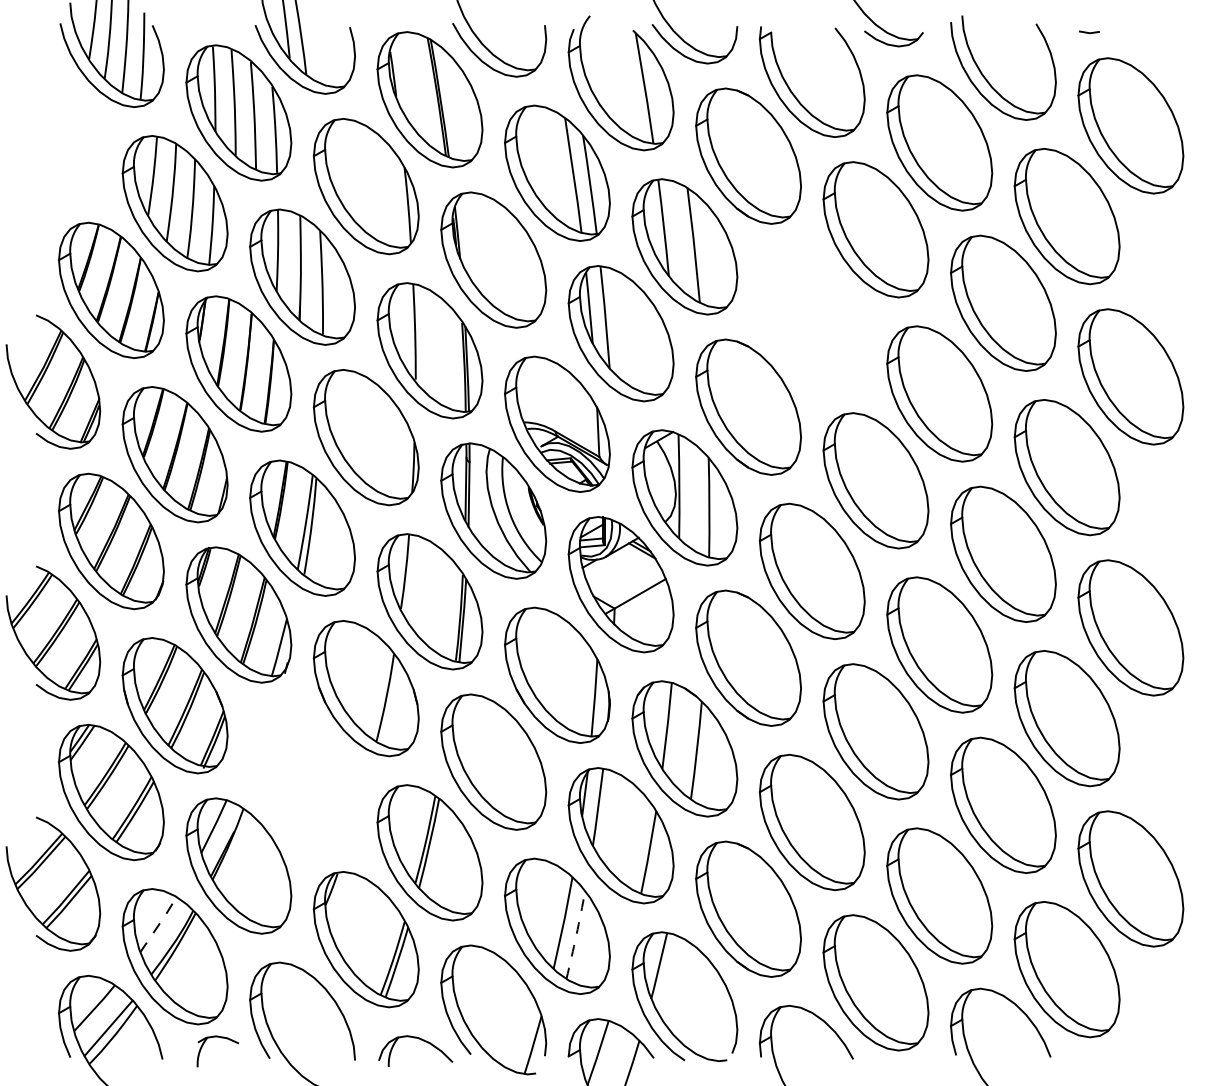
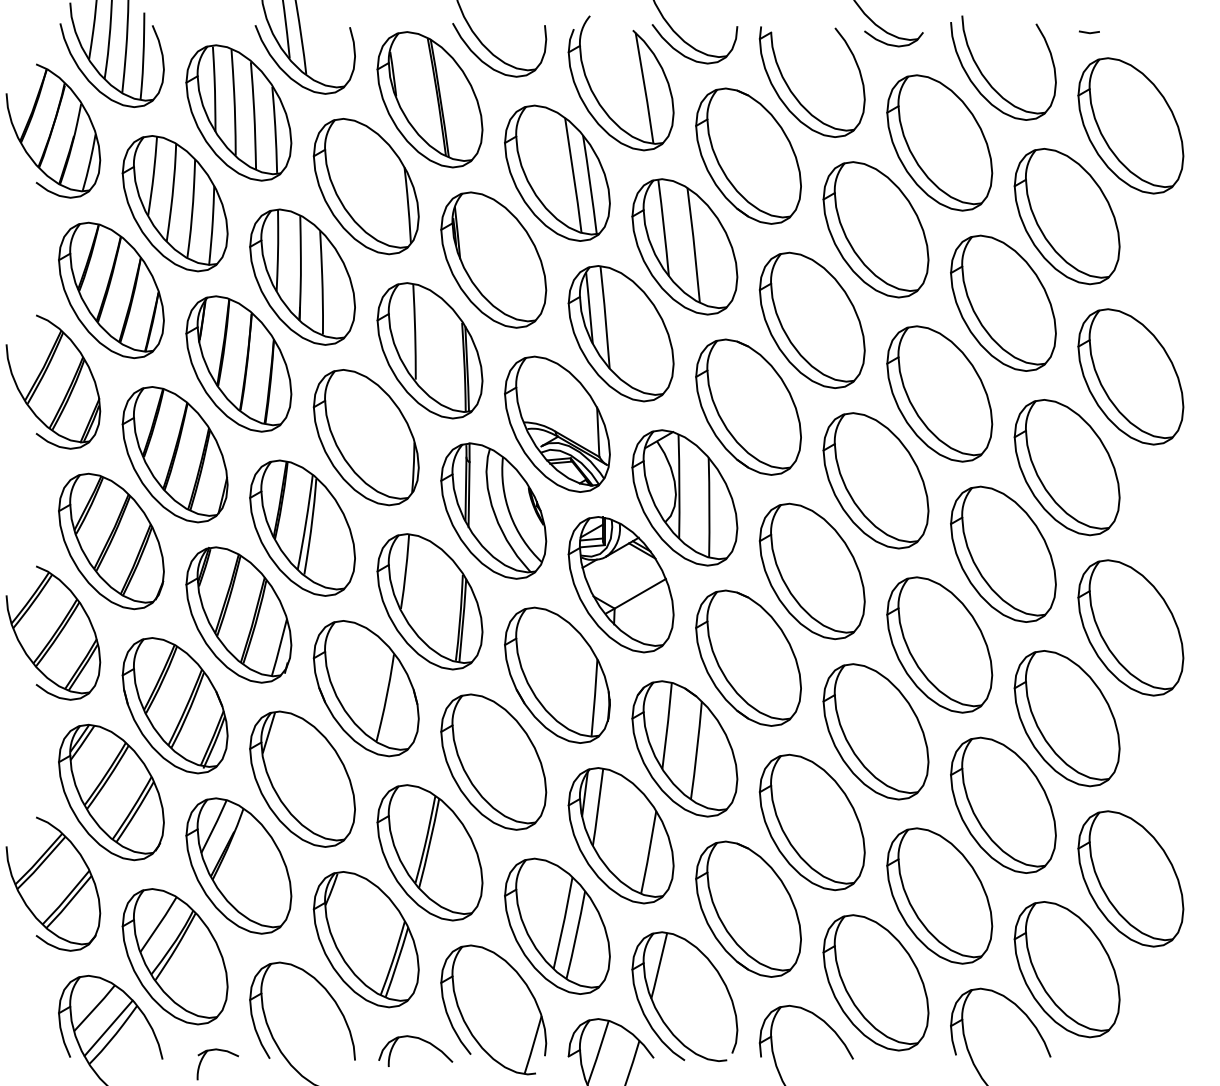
part at (53, 130): none -> present
part at (811, 319): none -> present
part at (302, 778): none -> present
line at (159, 924): dashed -> solid
arc at (576, 935): dashed -> solid
part at (221, 1038) position: (221, 1038) -> (221, 1051)
